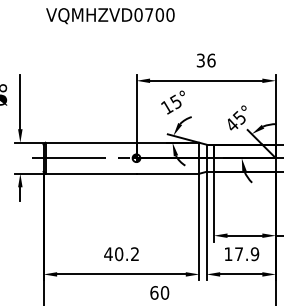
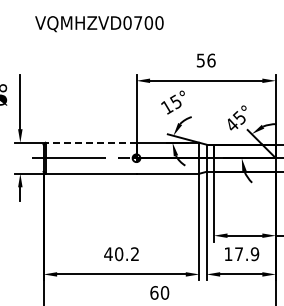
text at (110, 16) position: (110, 16) -> (99, 24)
text at (200, 59): 36 -> 56
line at (90, 142): solid -> dashed
